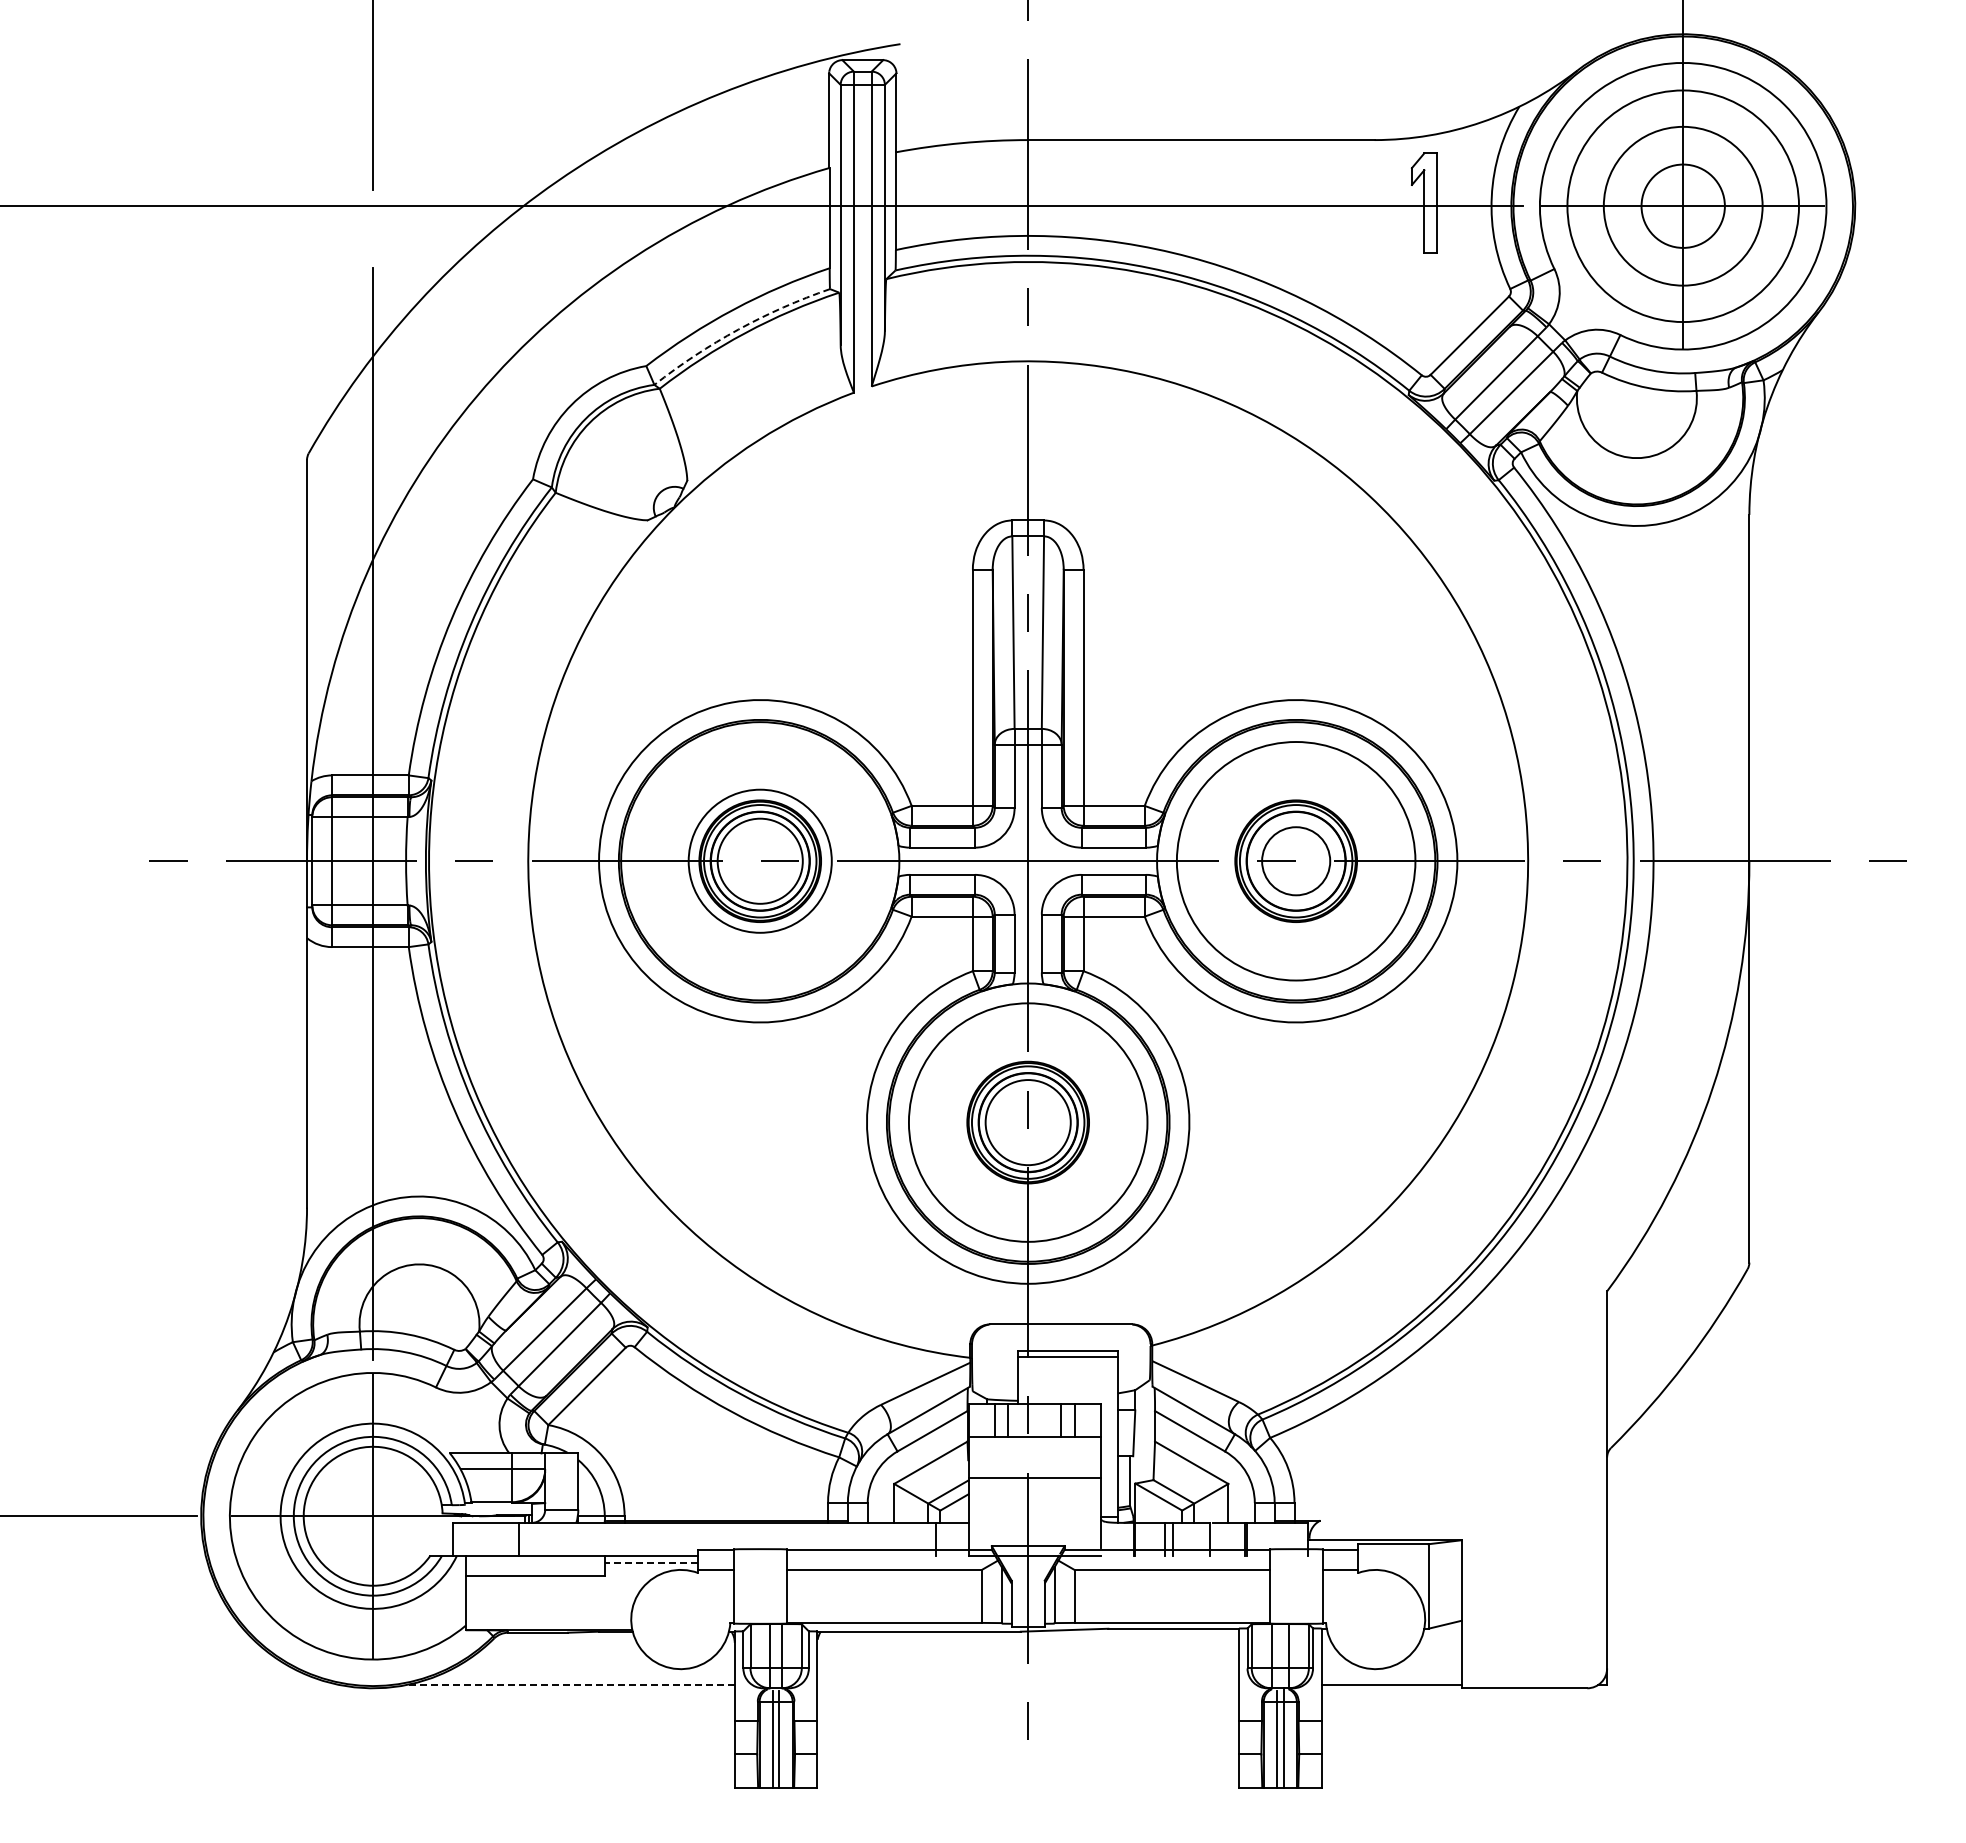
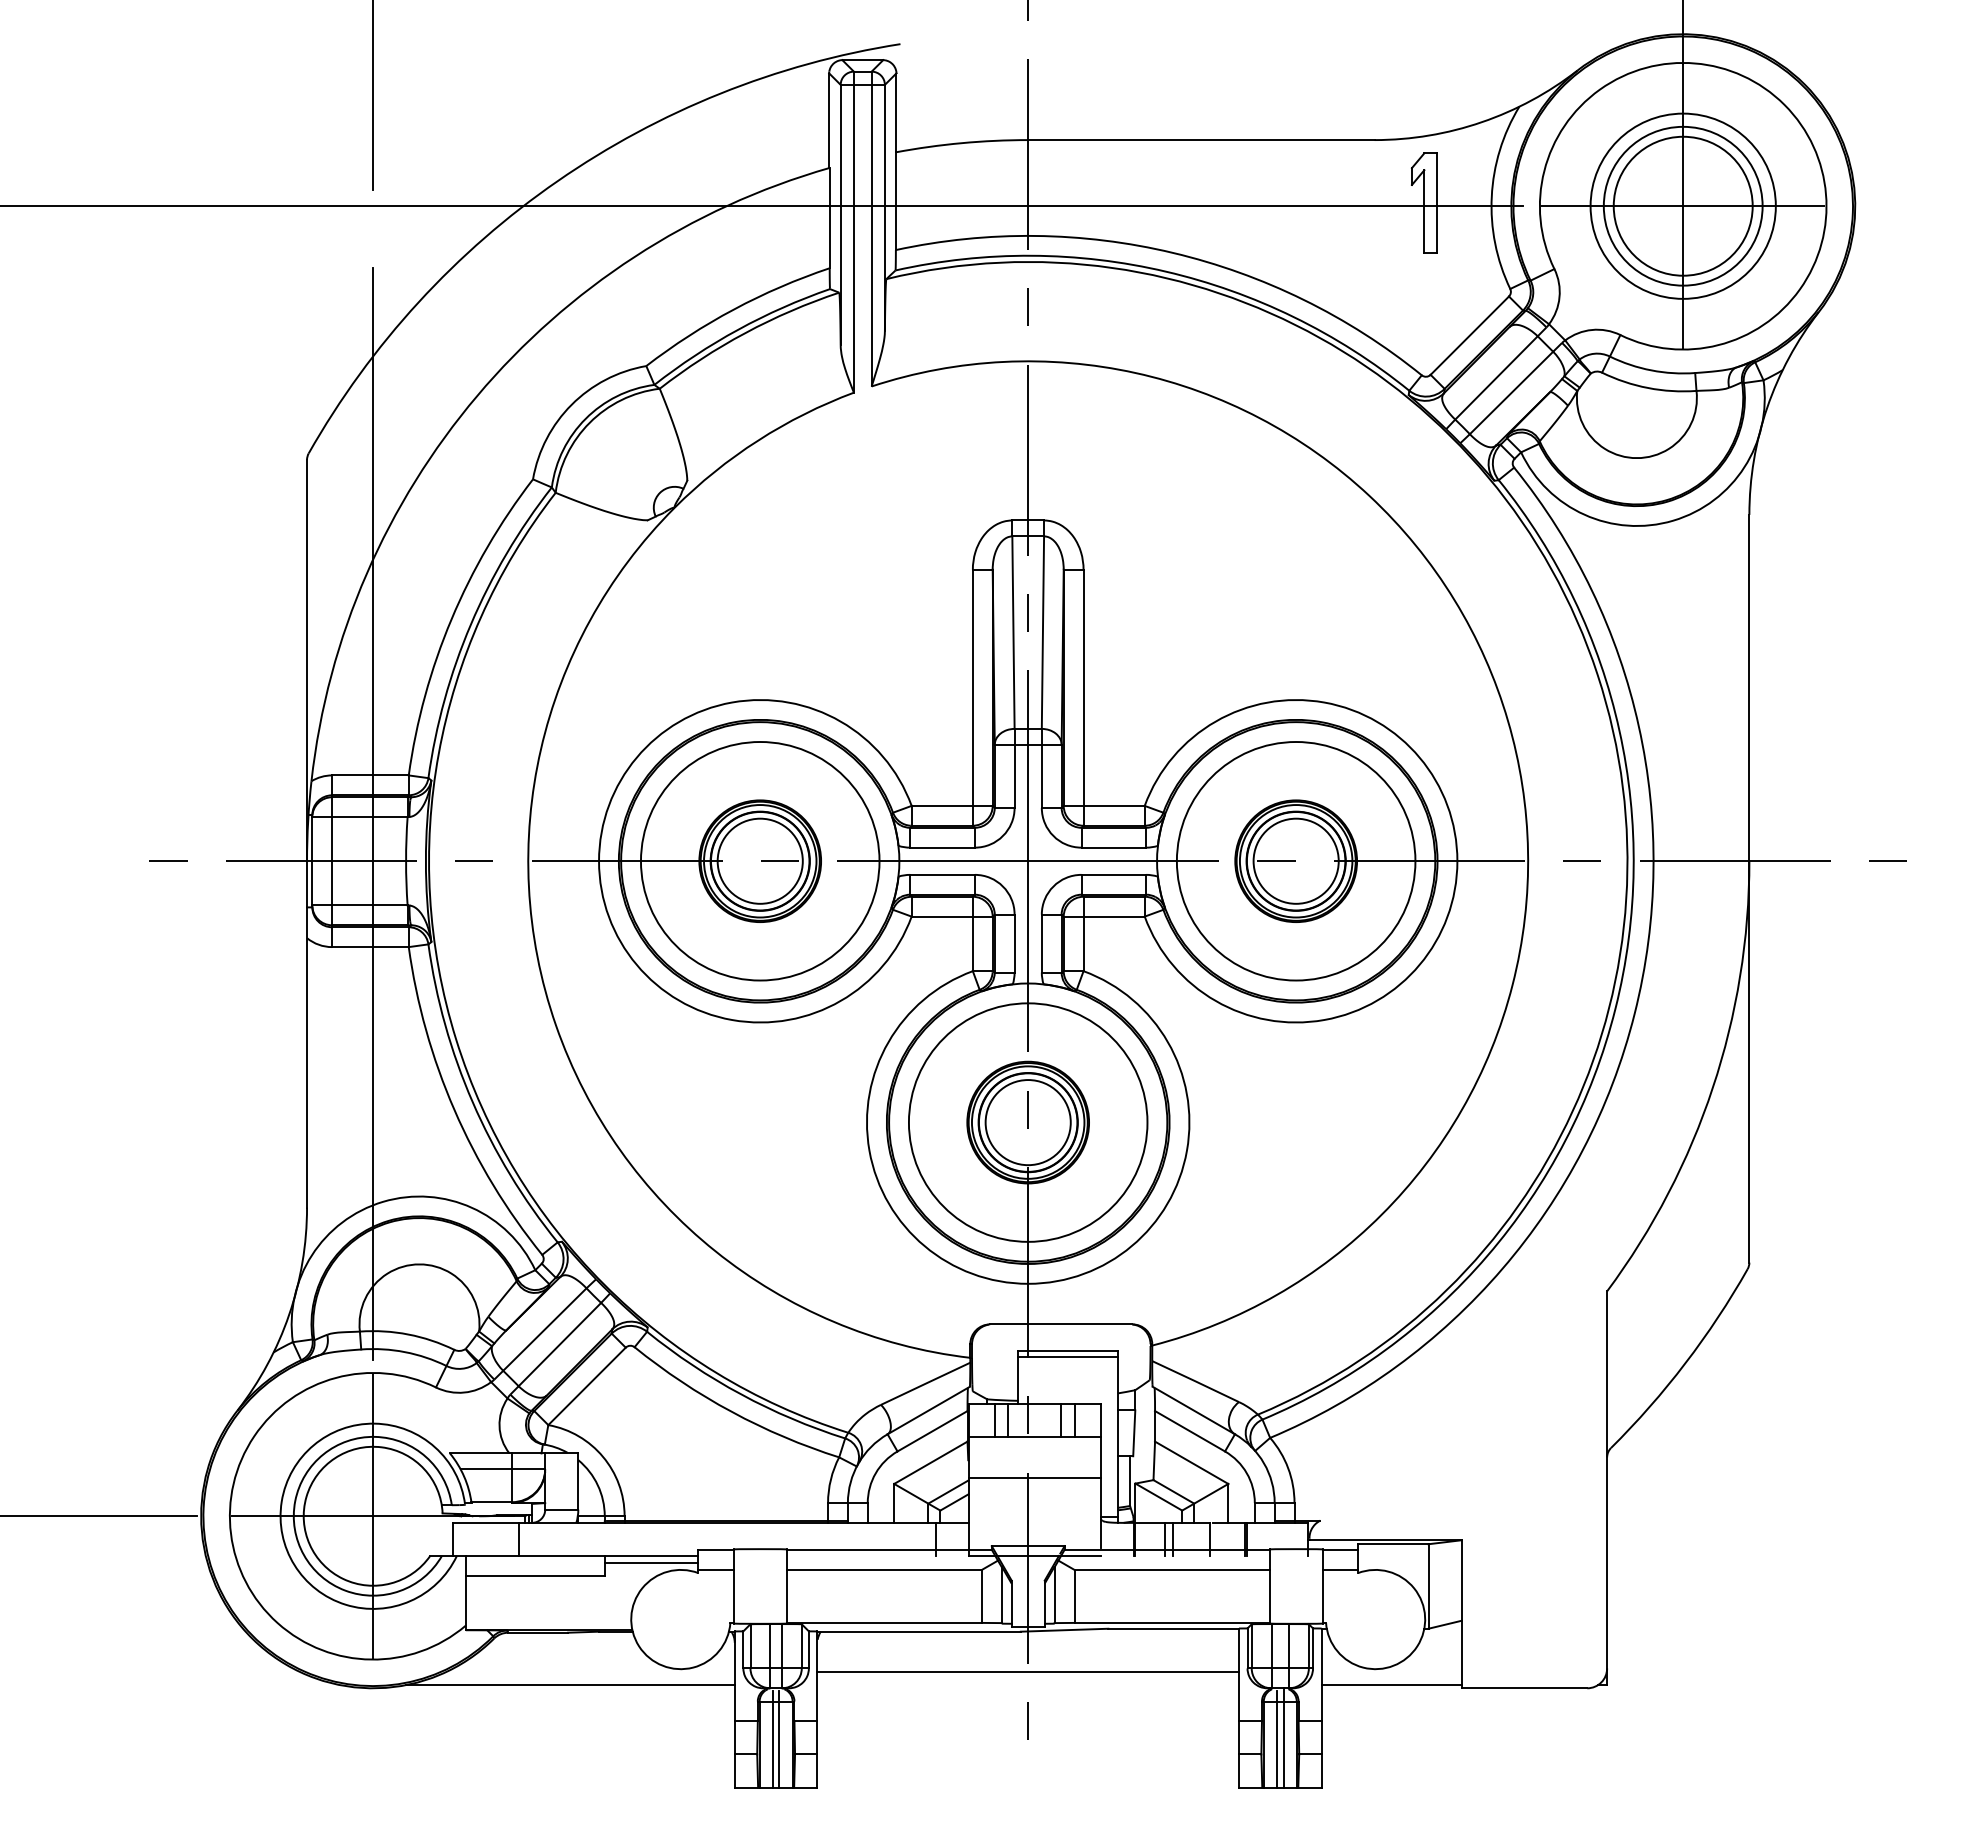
circle at (1682, 205) diameter: 83 px -> 139 px
circle at (1683, 206) diameter: 232 px -> 185 px
arc at (738, 329): dashed -> solid
circle at (759, 860) diameter: 143 px -> 239 px
circle at (1296, 861) diameter: 68 px -> 85 px
line at (651, 1562): dashed -> solid
line at (1027, 1671): none -> present
line at (569, 1684): dashed -> solid
